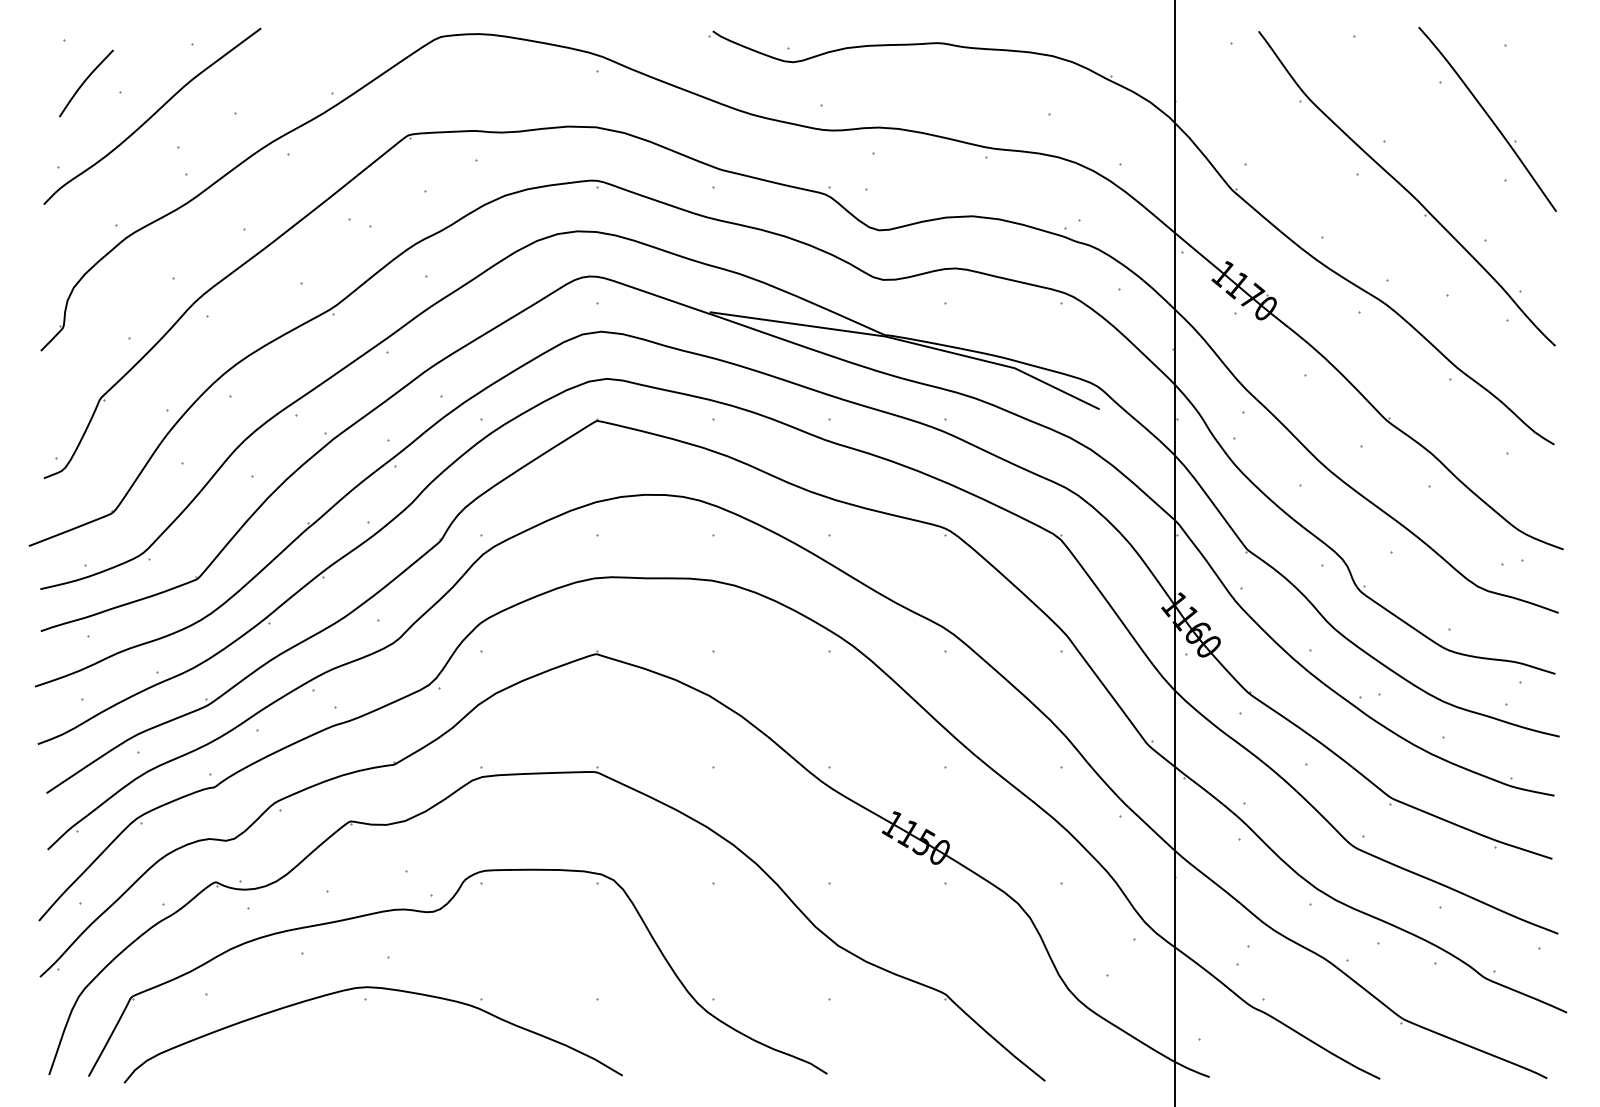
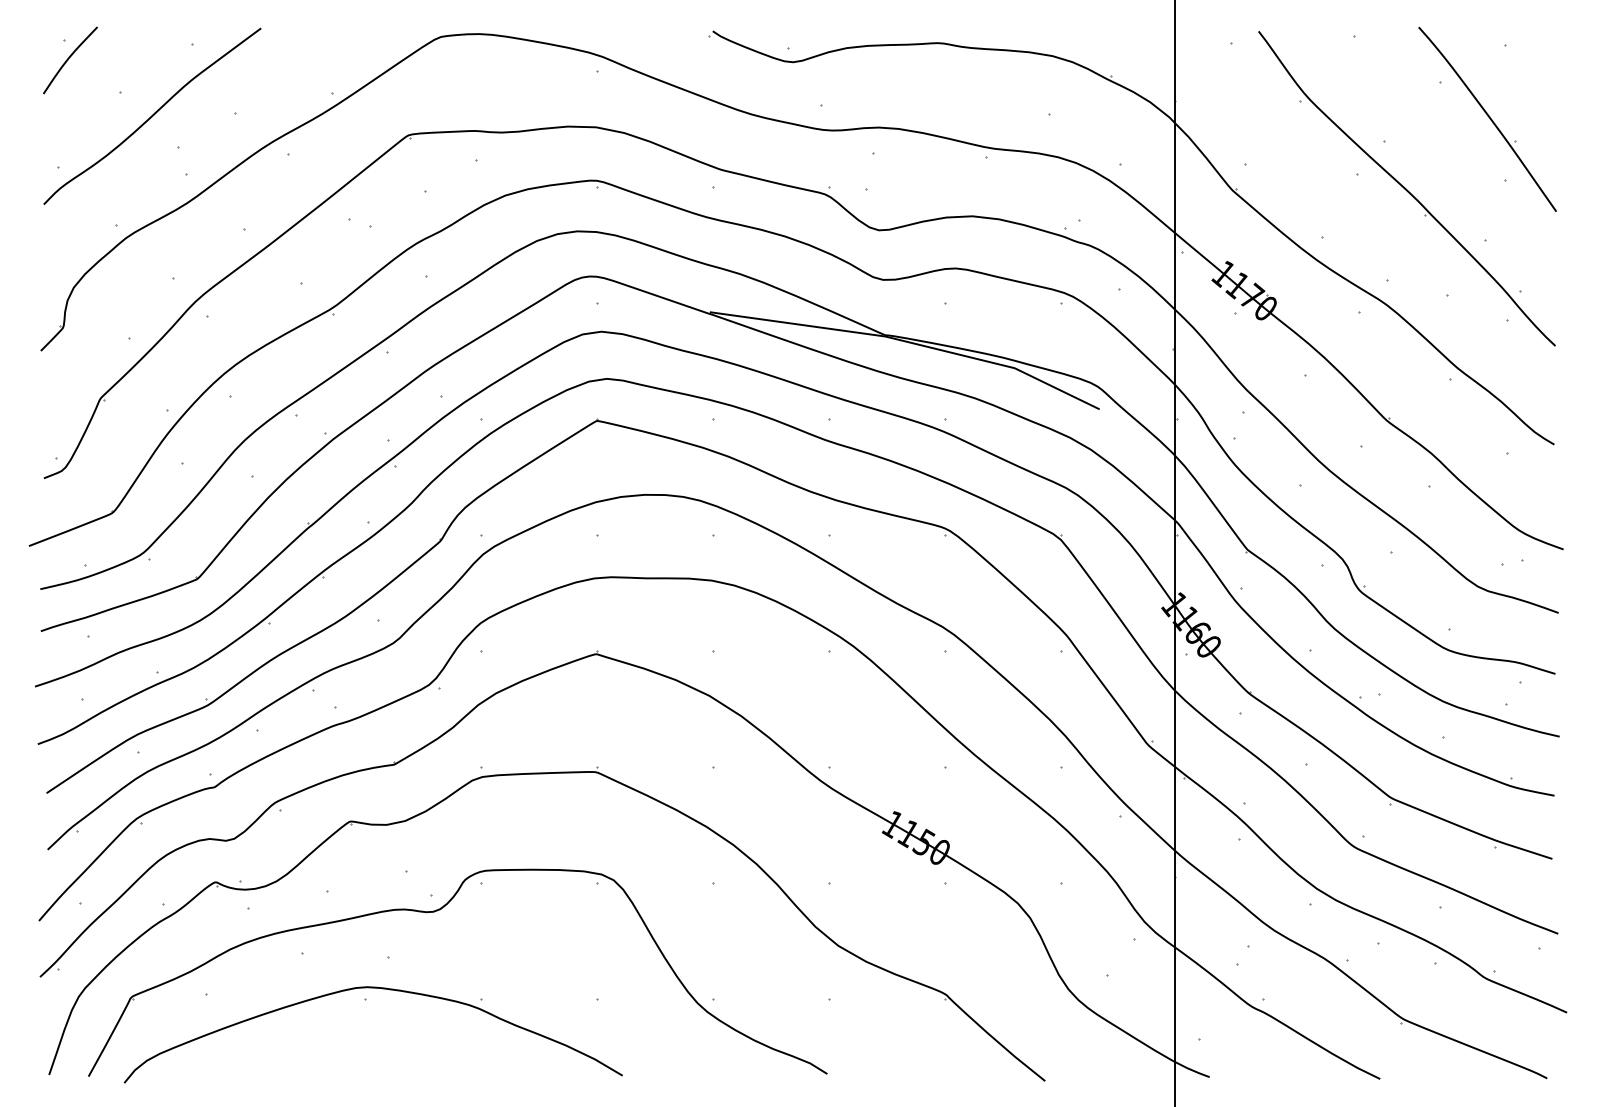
curve at (84, 83) position: (84, 83) -> (68, 60)
